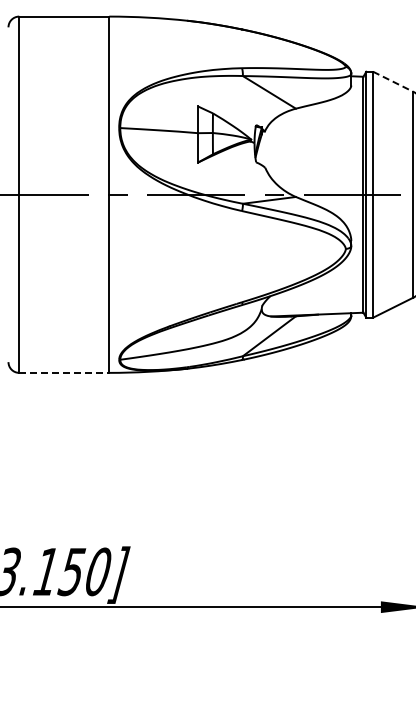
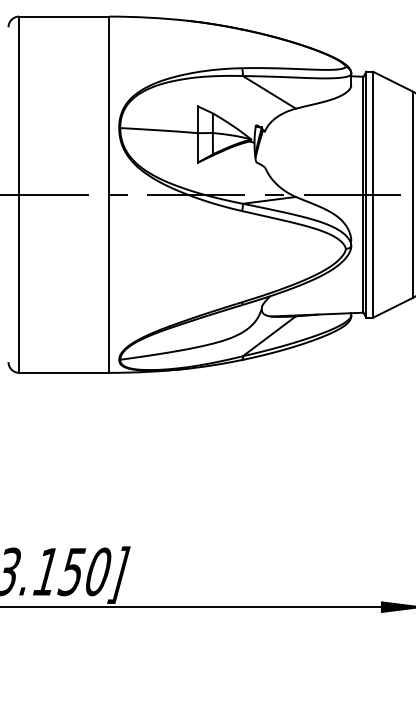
line at (393, 81): dashed -> solid
line at (64, 372): dashed -> solid
